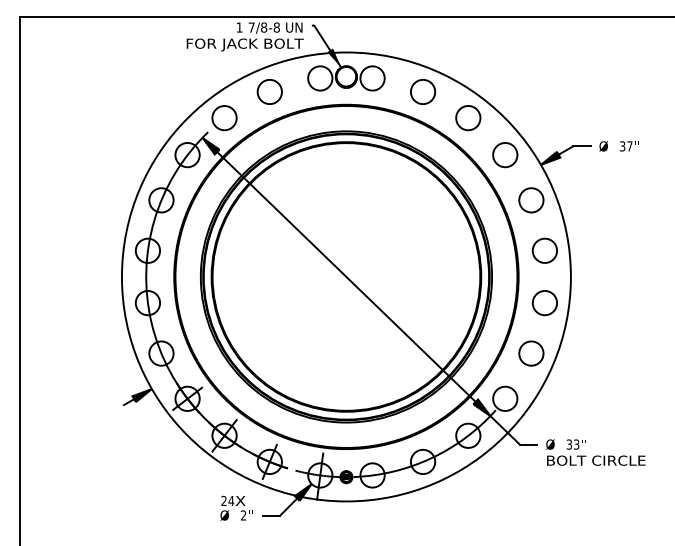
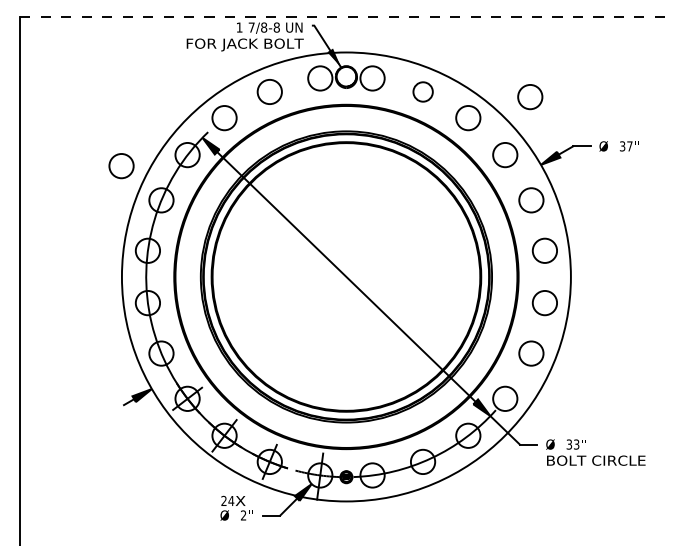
line at (348, 16): solid -> dashed
circle at (423, 91) size: 27x26 px -> 22x22 px
circle at (530, 97): none -> present
circle at (121, 166): none -> present
